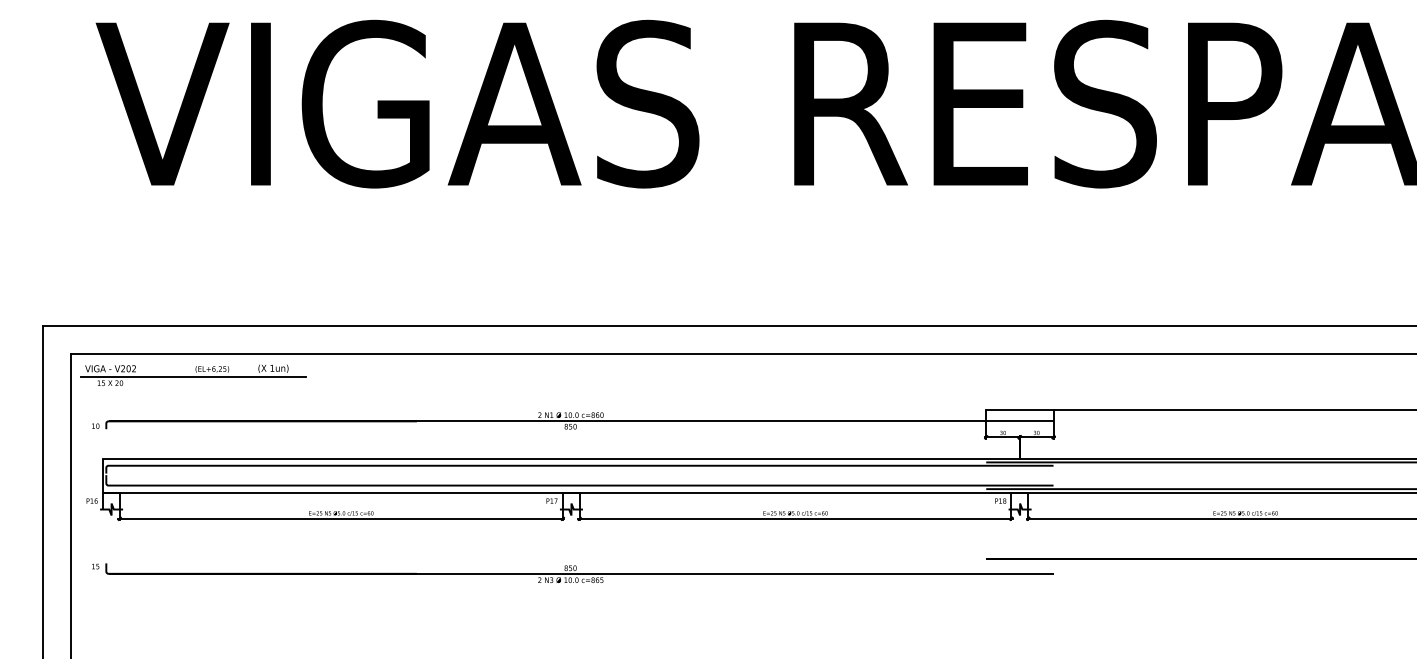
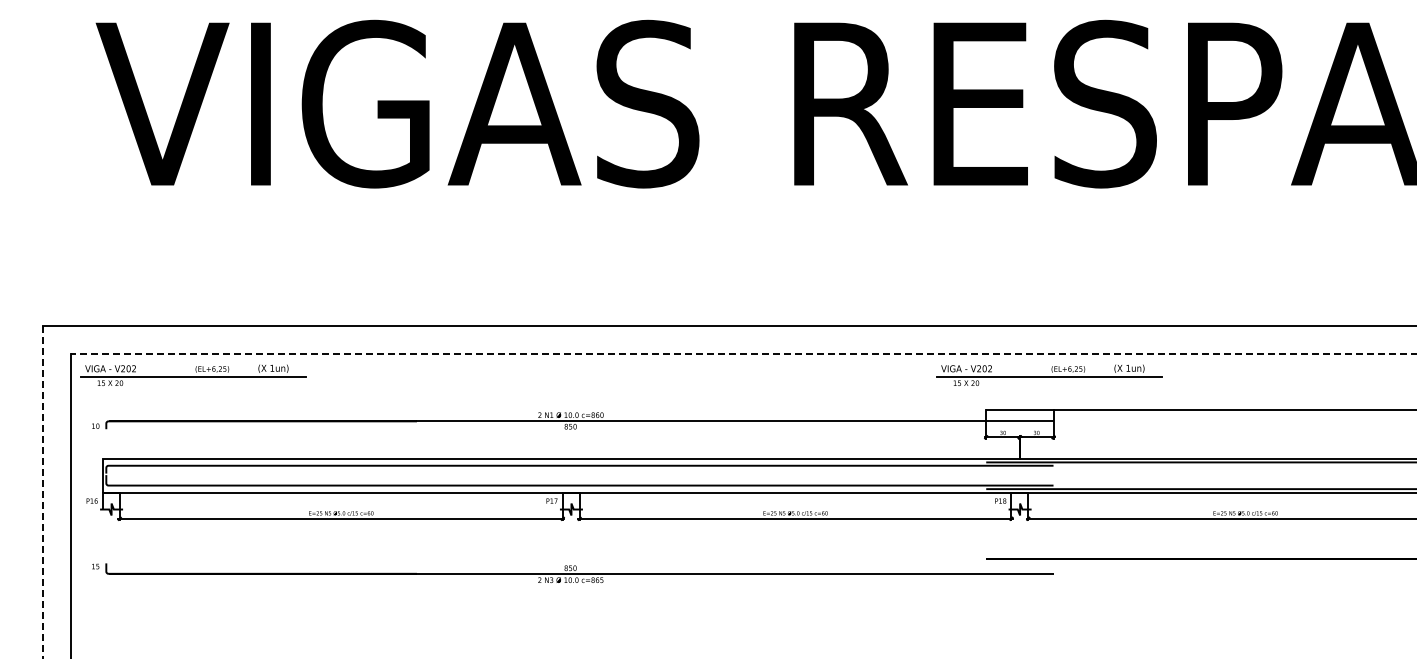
line at (743, 354): solid -> dashed
part at (1049, 374): none -> present
line at (42, 492): solid -> dashed
